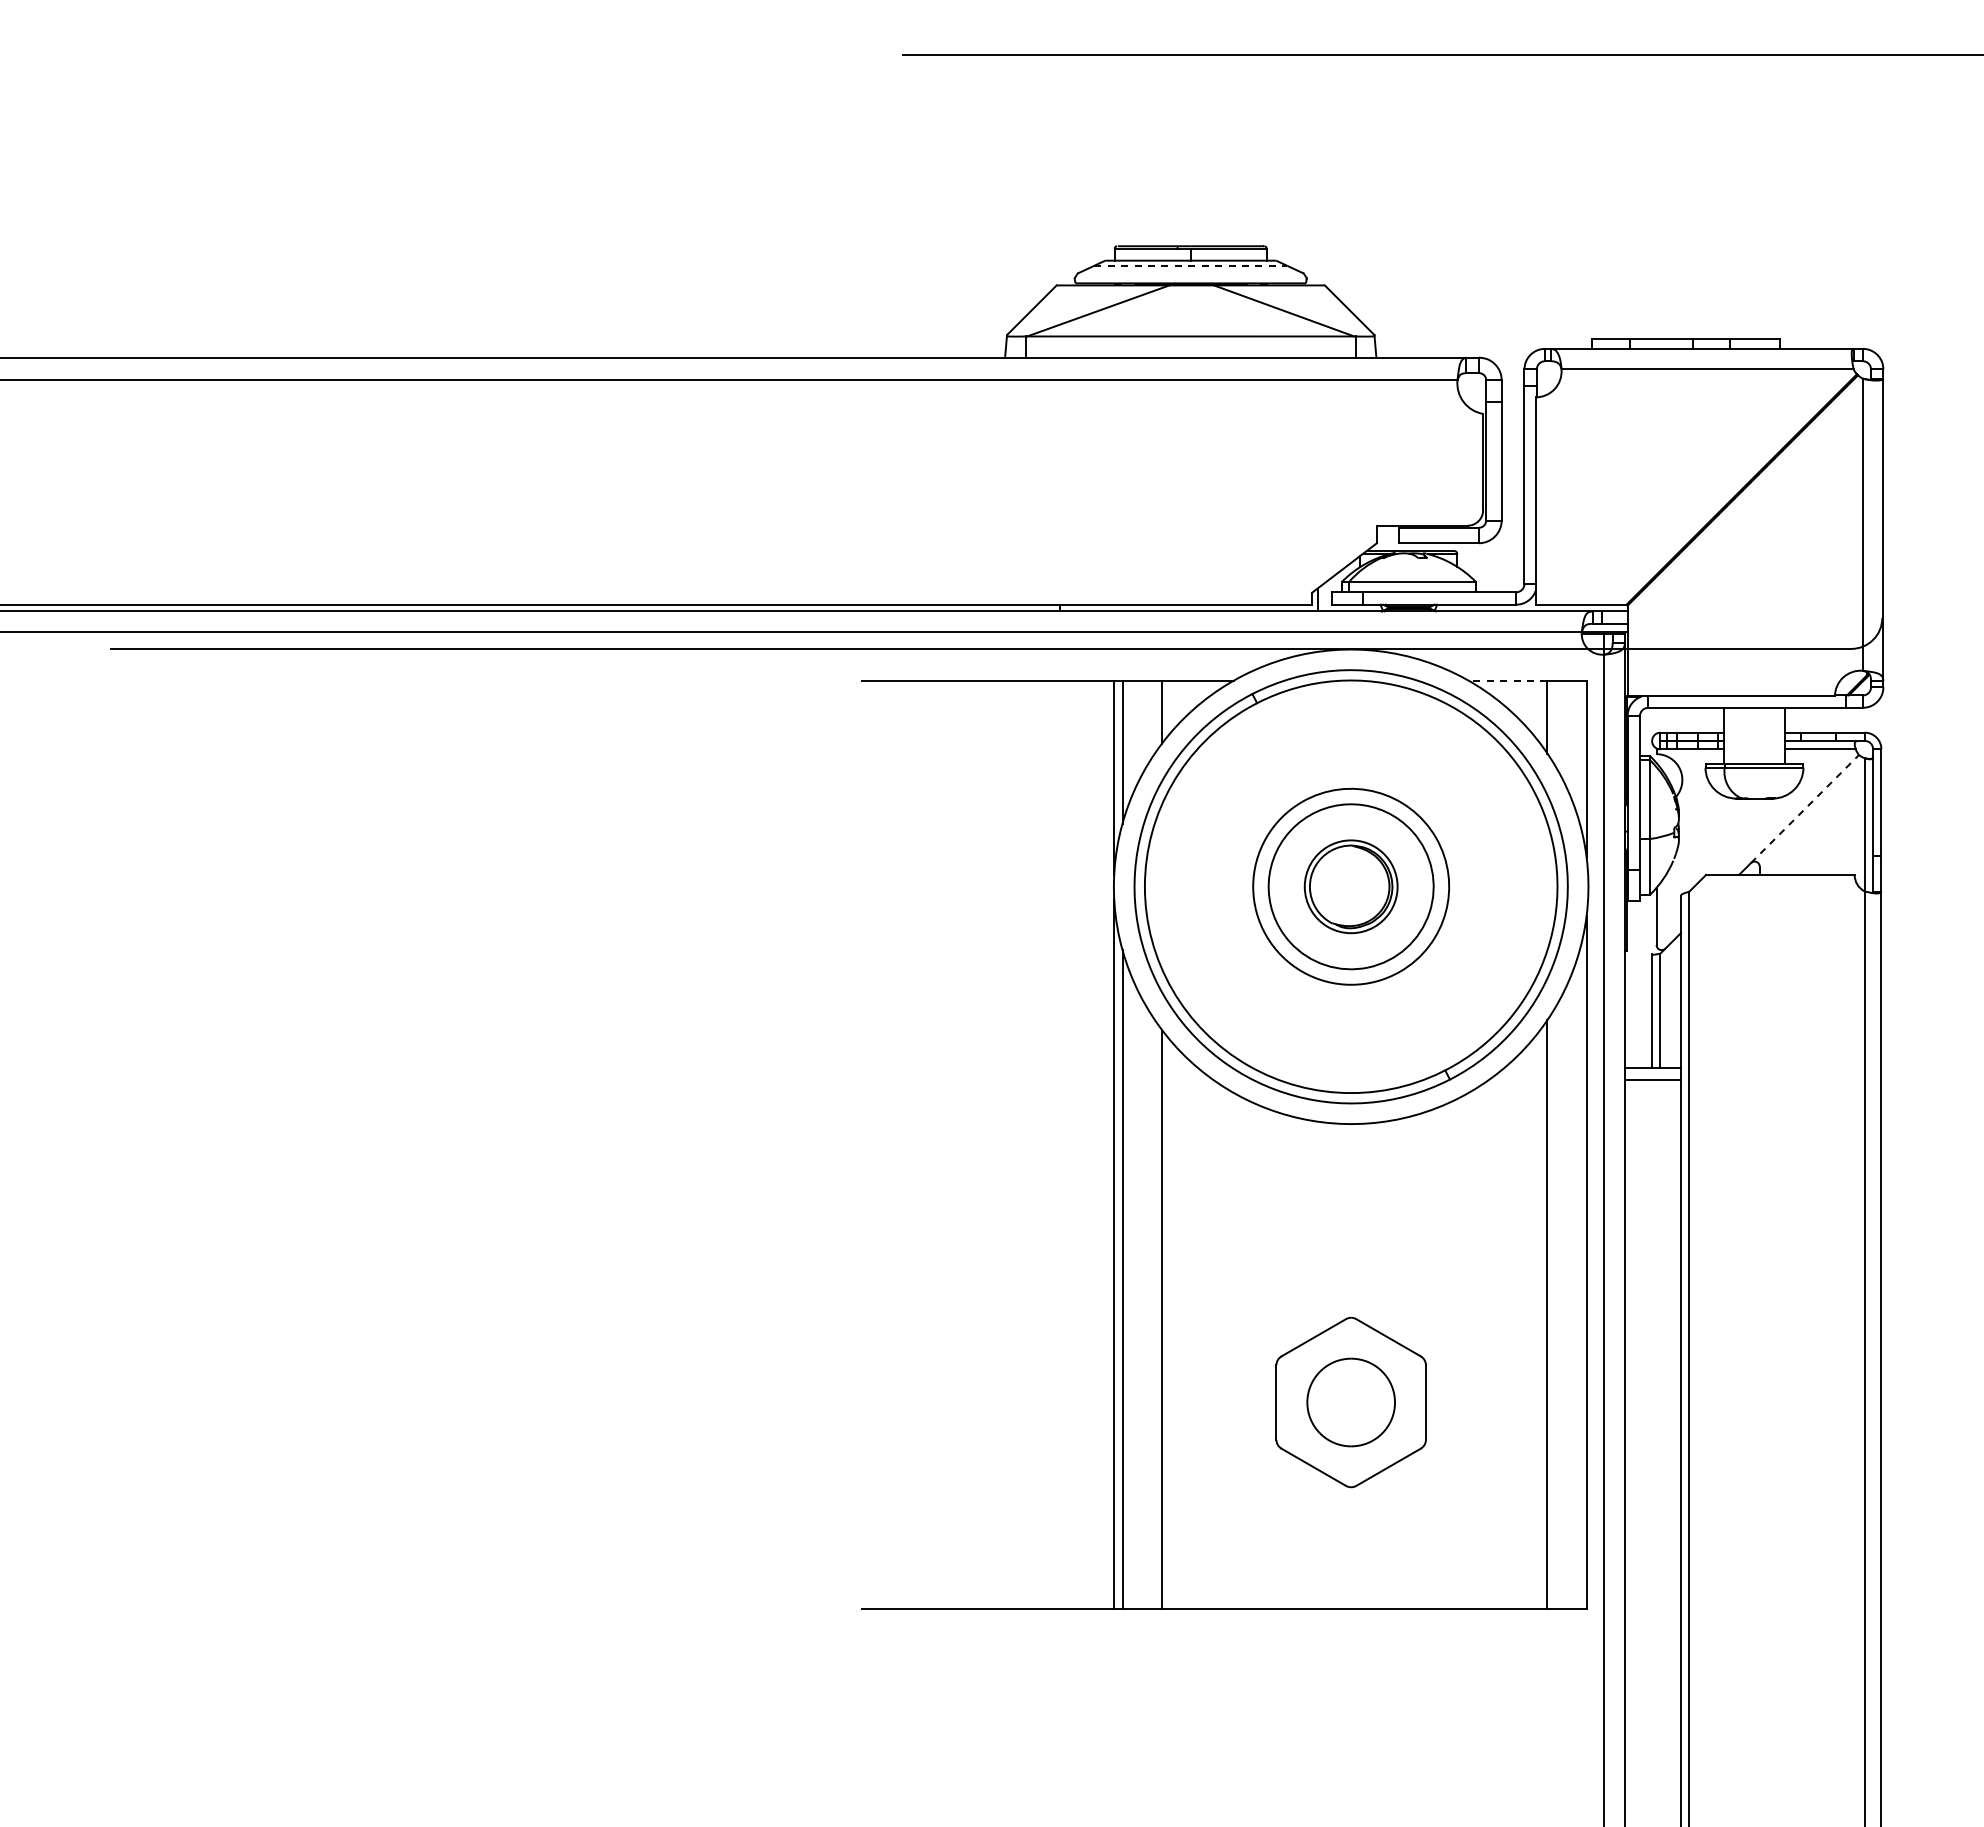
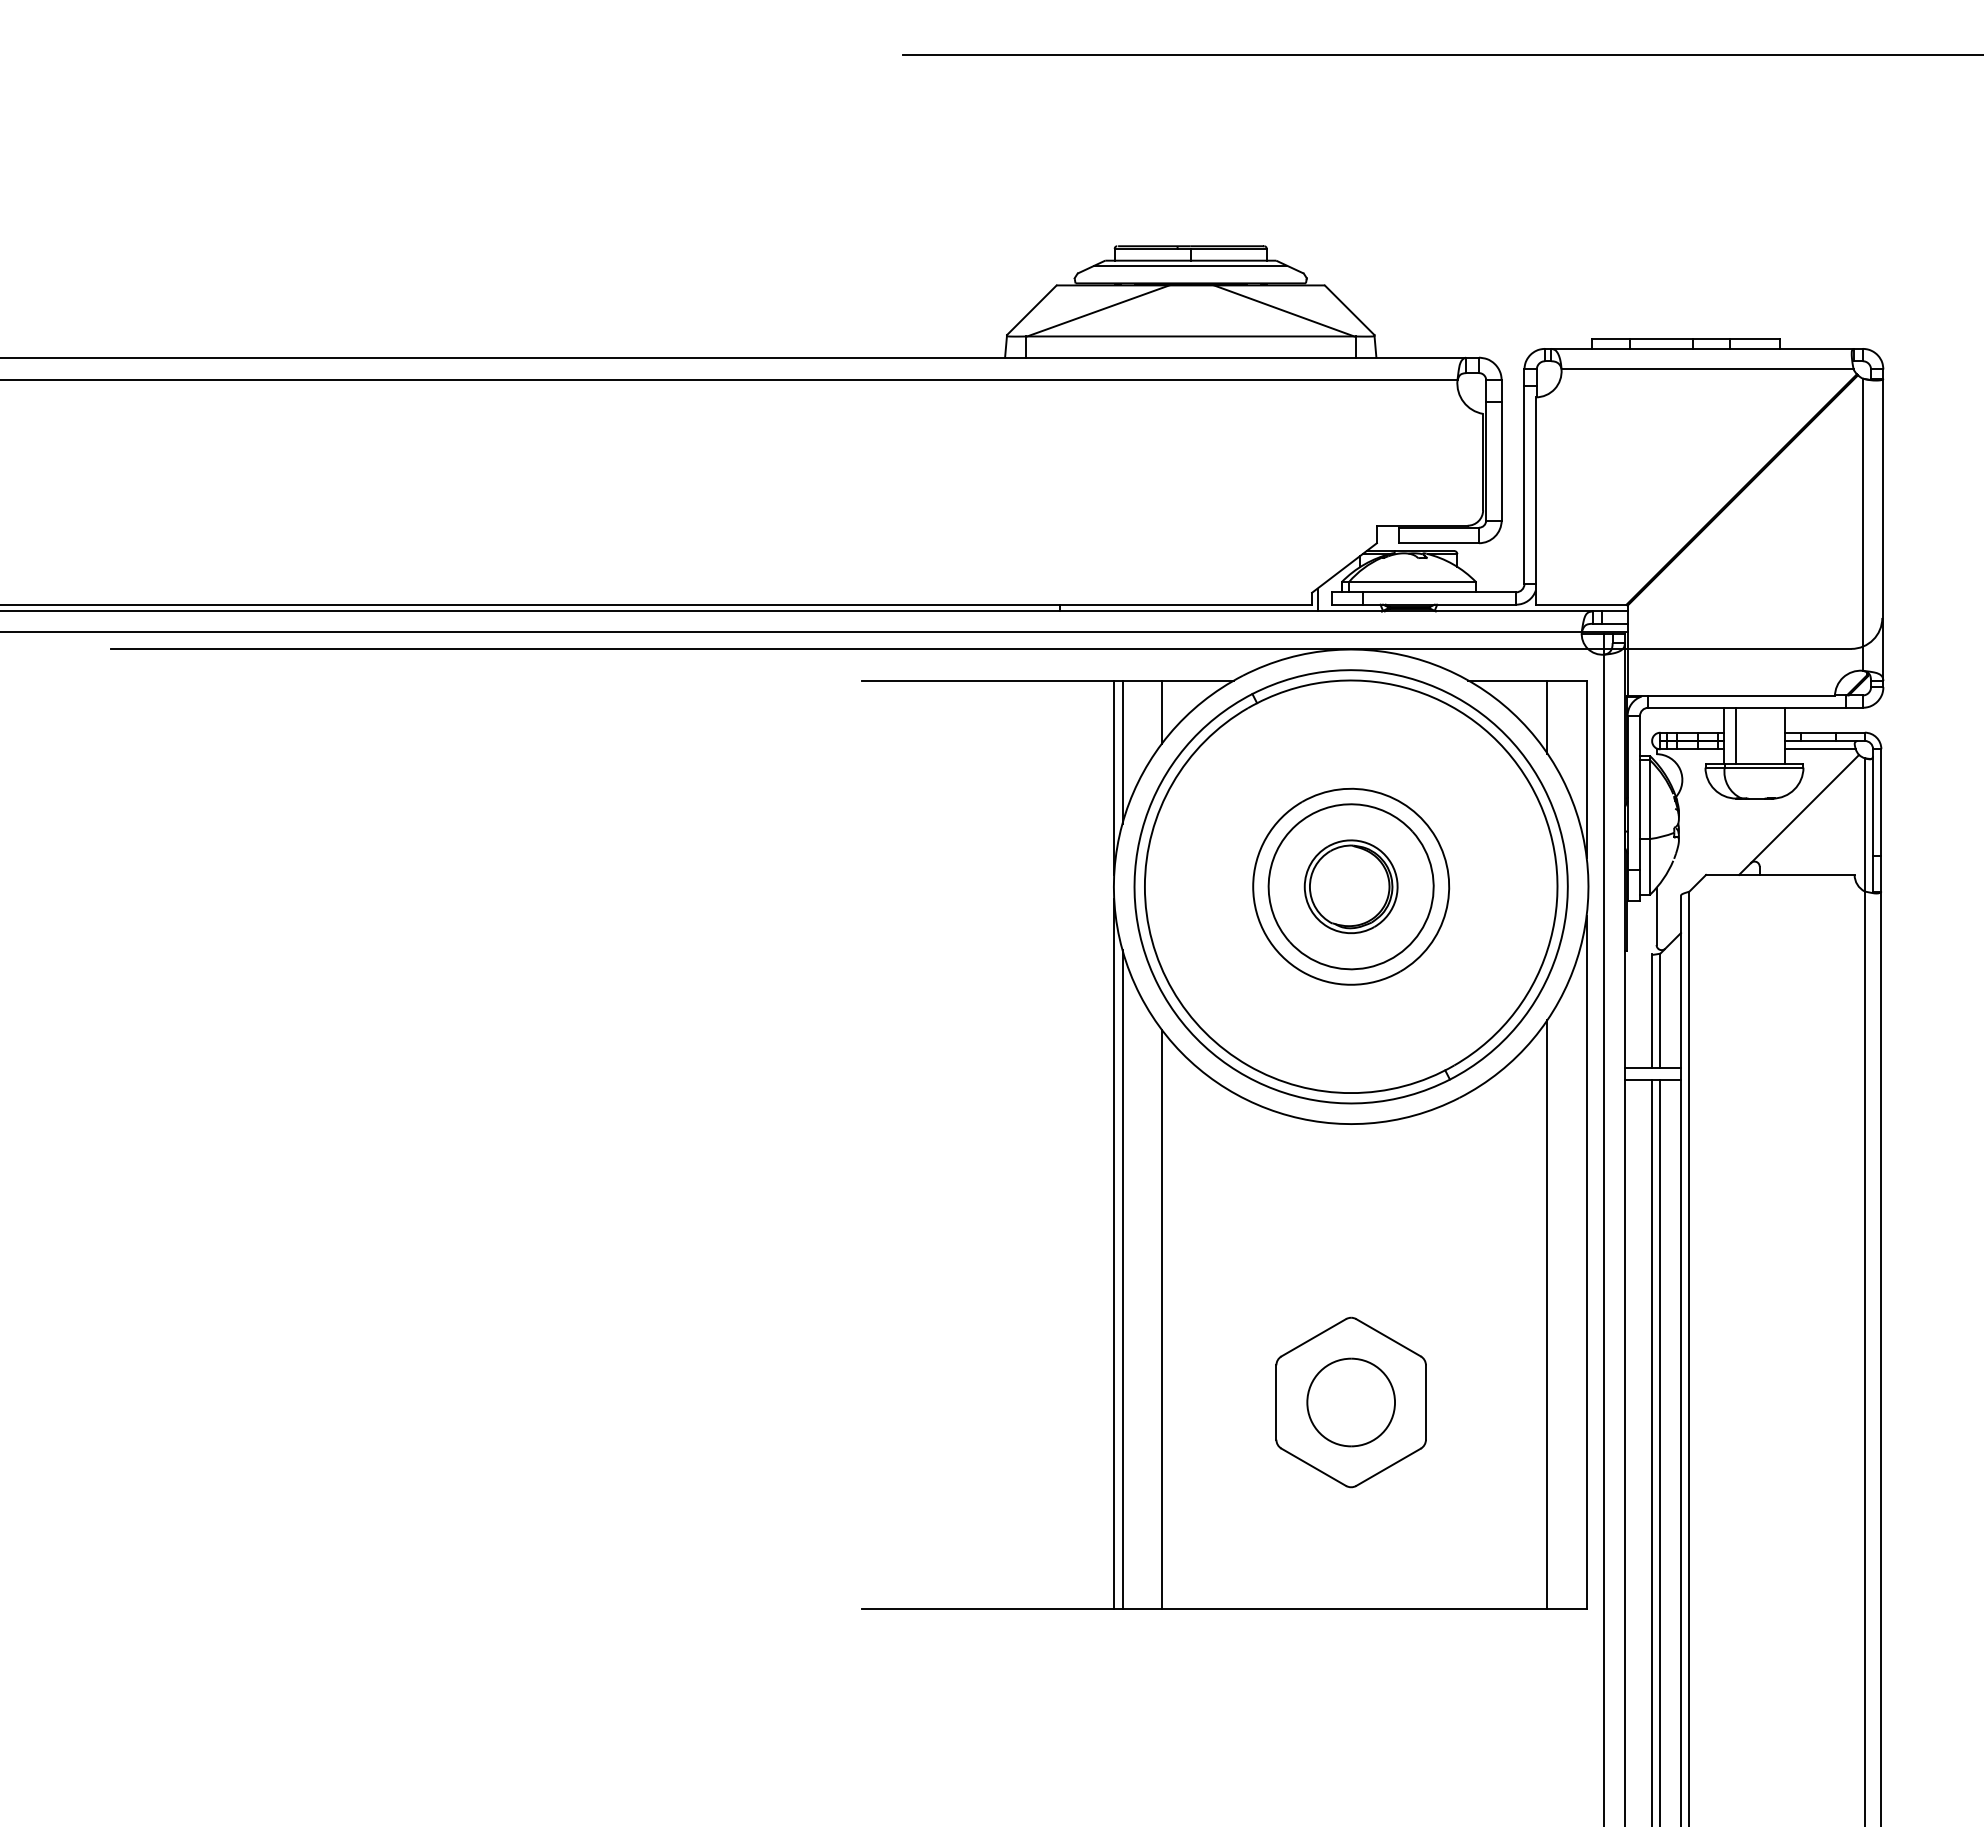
line at (1190, 265): dashed -> solid
line at (1507, 680): dashed -> solid
line at (1736, 735): none -> present
line at (1805, 808): dashed -> solid
line at (1652, 1451): none -> present
line at (1660, 1451): none -> present
